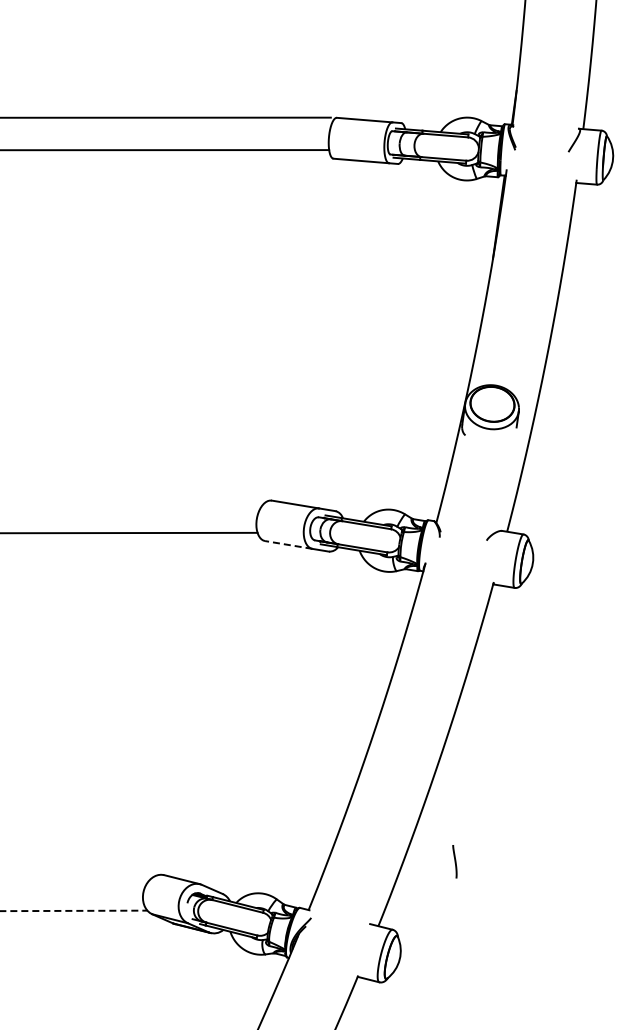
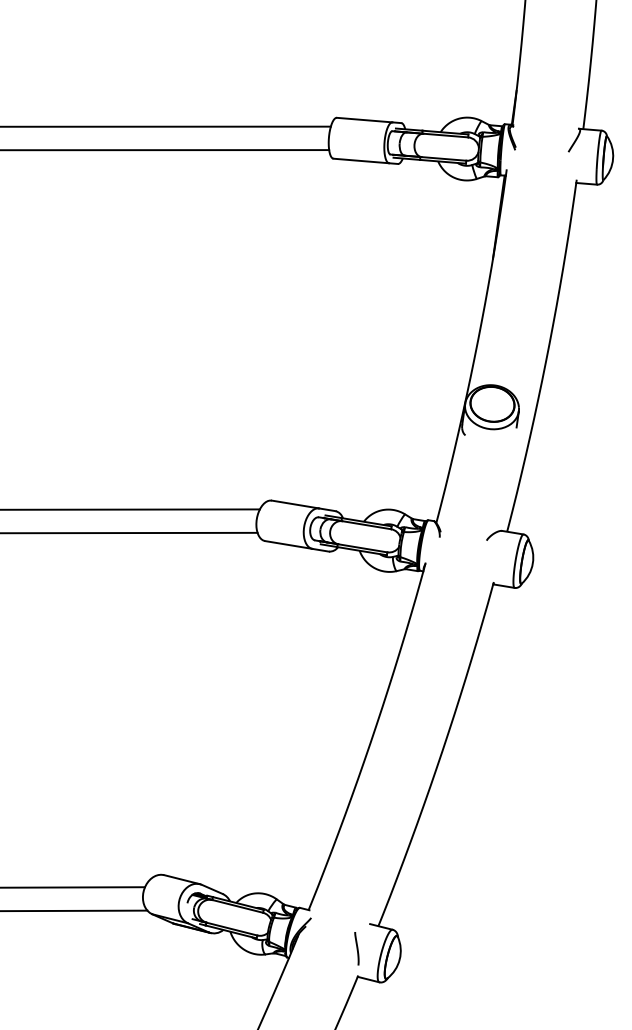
line at (166, 117) position: (166, 117) -> (166, 126)
line at (130, 509): none -> present
line at (288, 544): dashed -> solid
line at (454, 861) position: (454, 861) -> (356, 948)
line at (73, 887): none -> present
line at (74, 910): dashed -> solid
